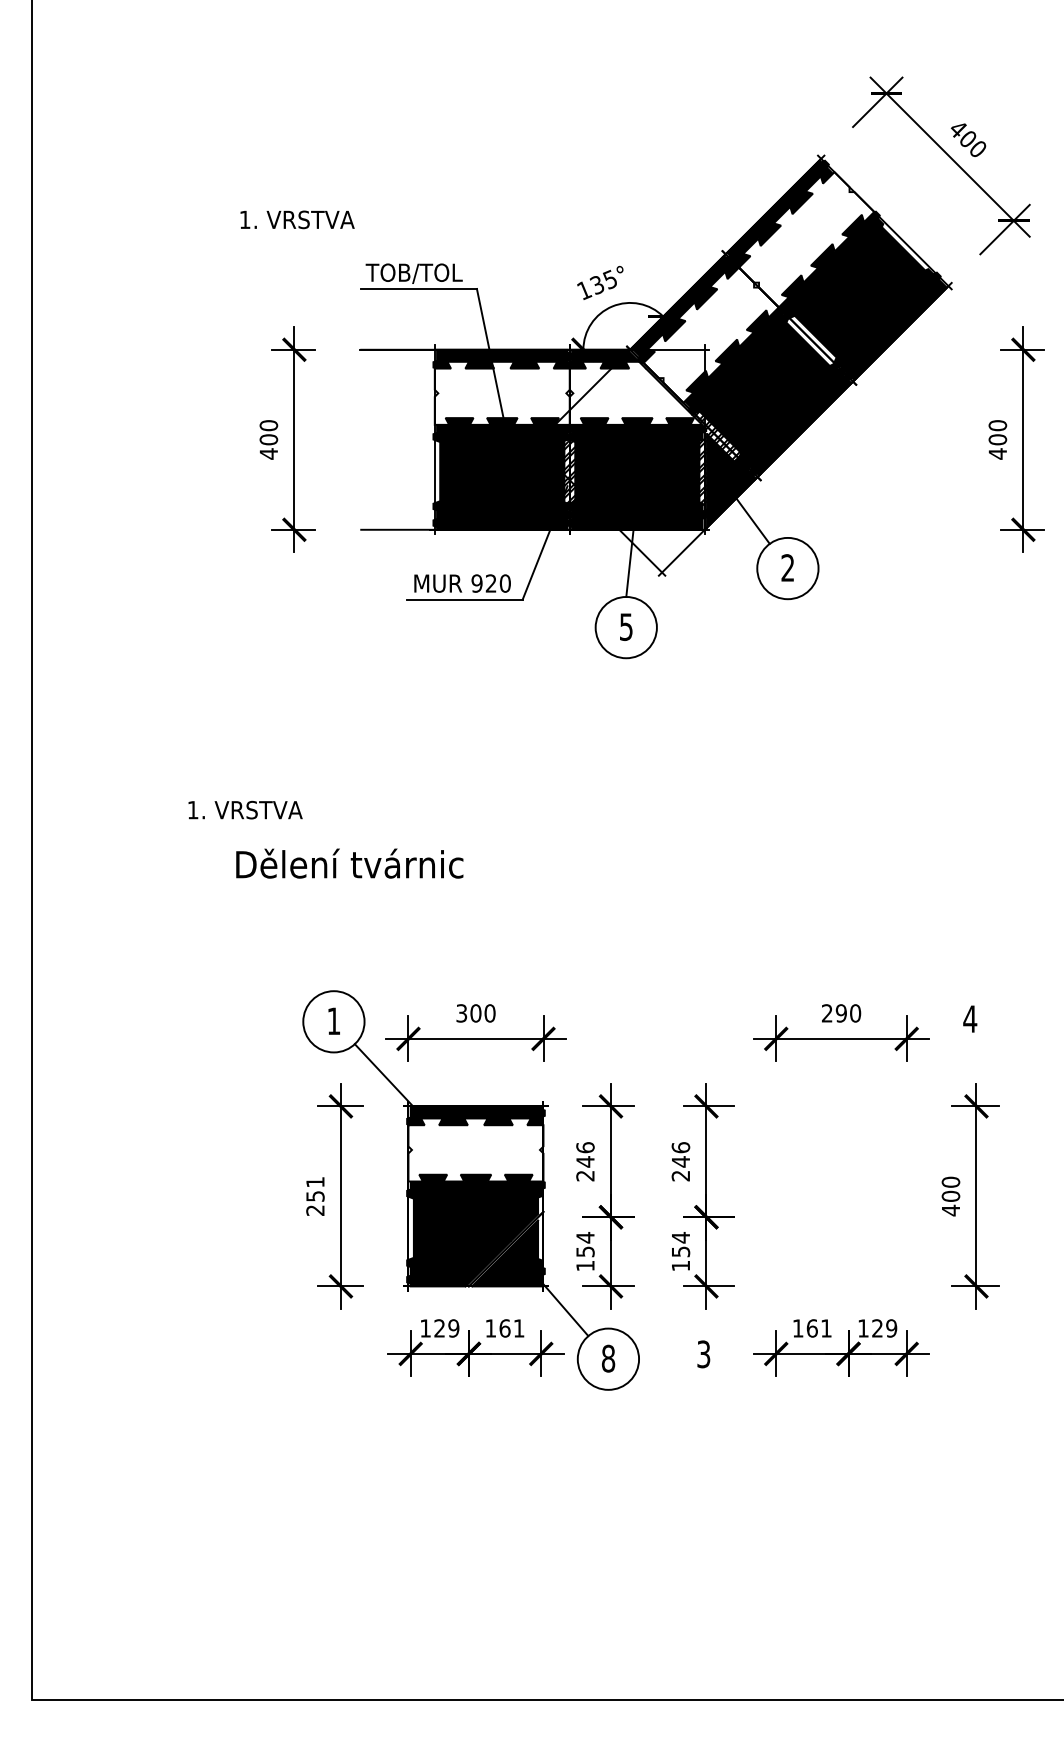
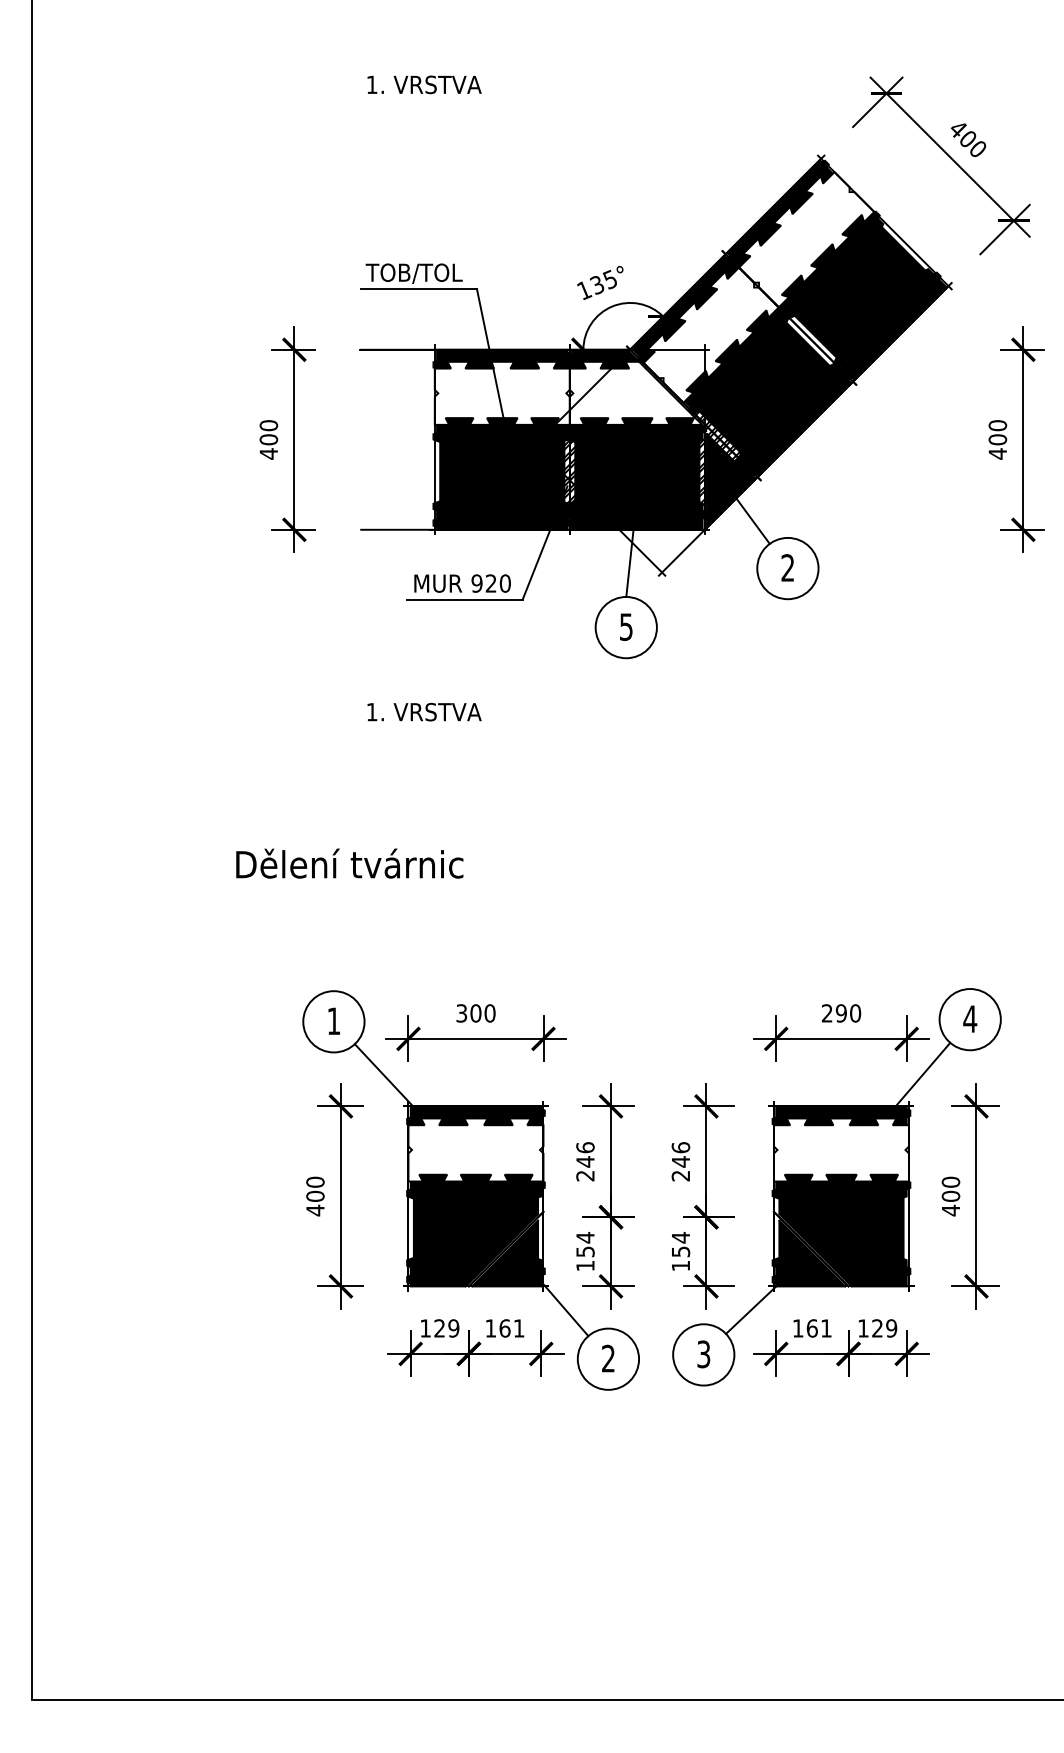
text at (297, 219) position: (297, 219) -> (424, 84)
text at (245, 809) position: (245, 809) -> (424, 711)
part at (836, 1187): none -> present
text at (315, 1196): 251 -> 400
text at (608, 1358): 8 -> 2
